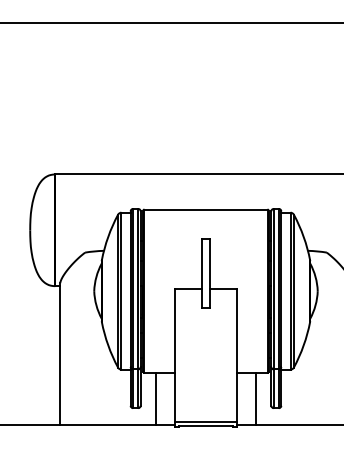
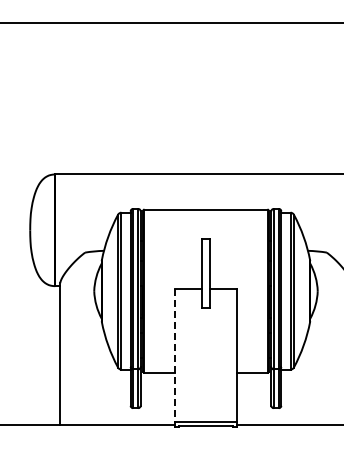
line at (174, 355): solid -> dashed
line at (155, 398): present -> none
line at (256, 398): present -> none
